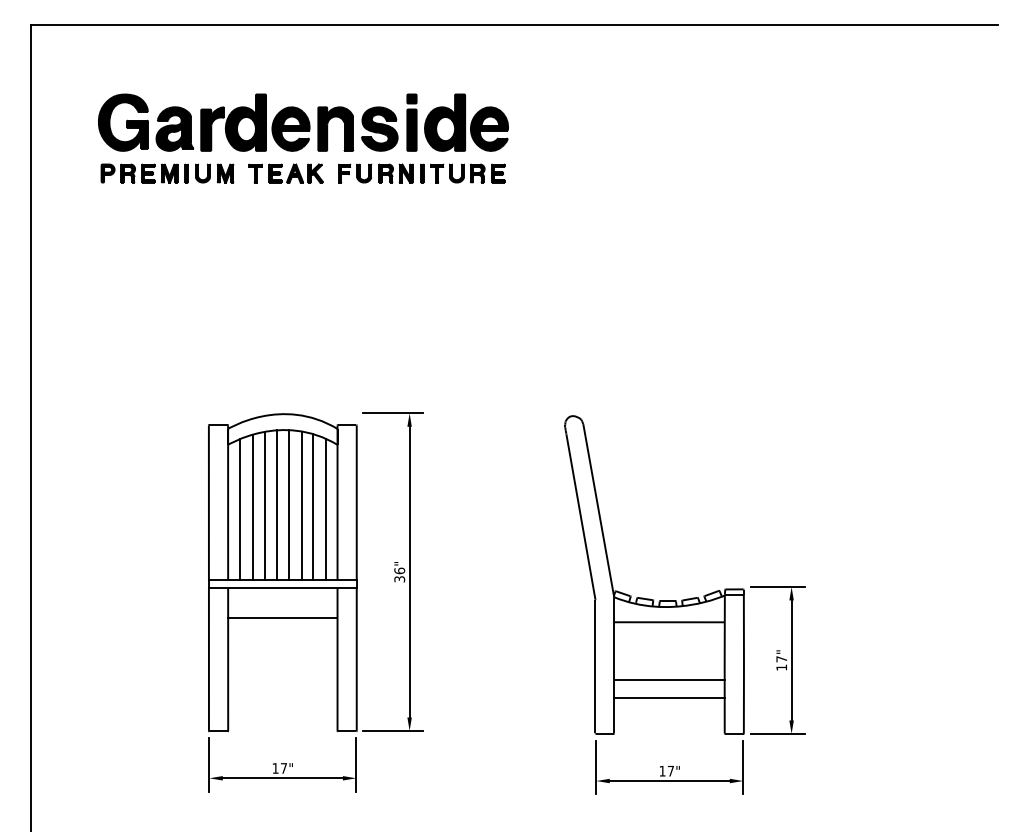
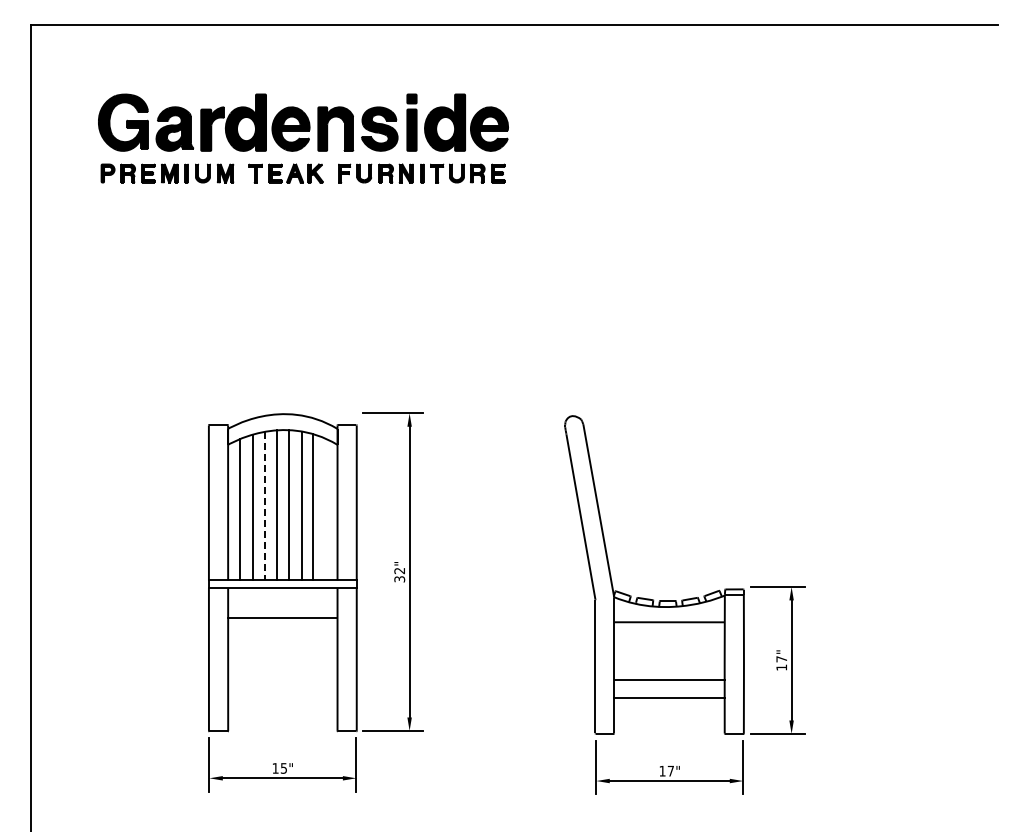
line at (264, 506): solid -> dashed
line at (326, 509): present -> none
text at (399, 570): 36" -> 32"
text at (283, 768): 17" -> 15"
